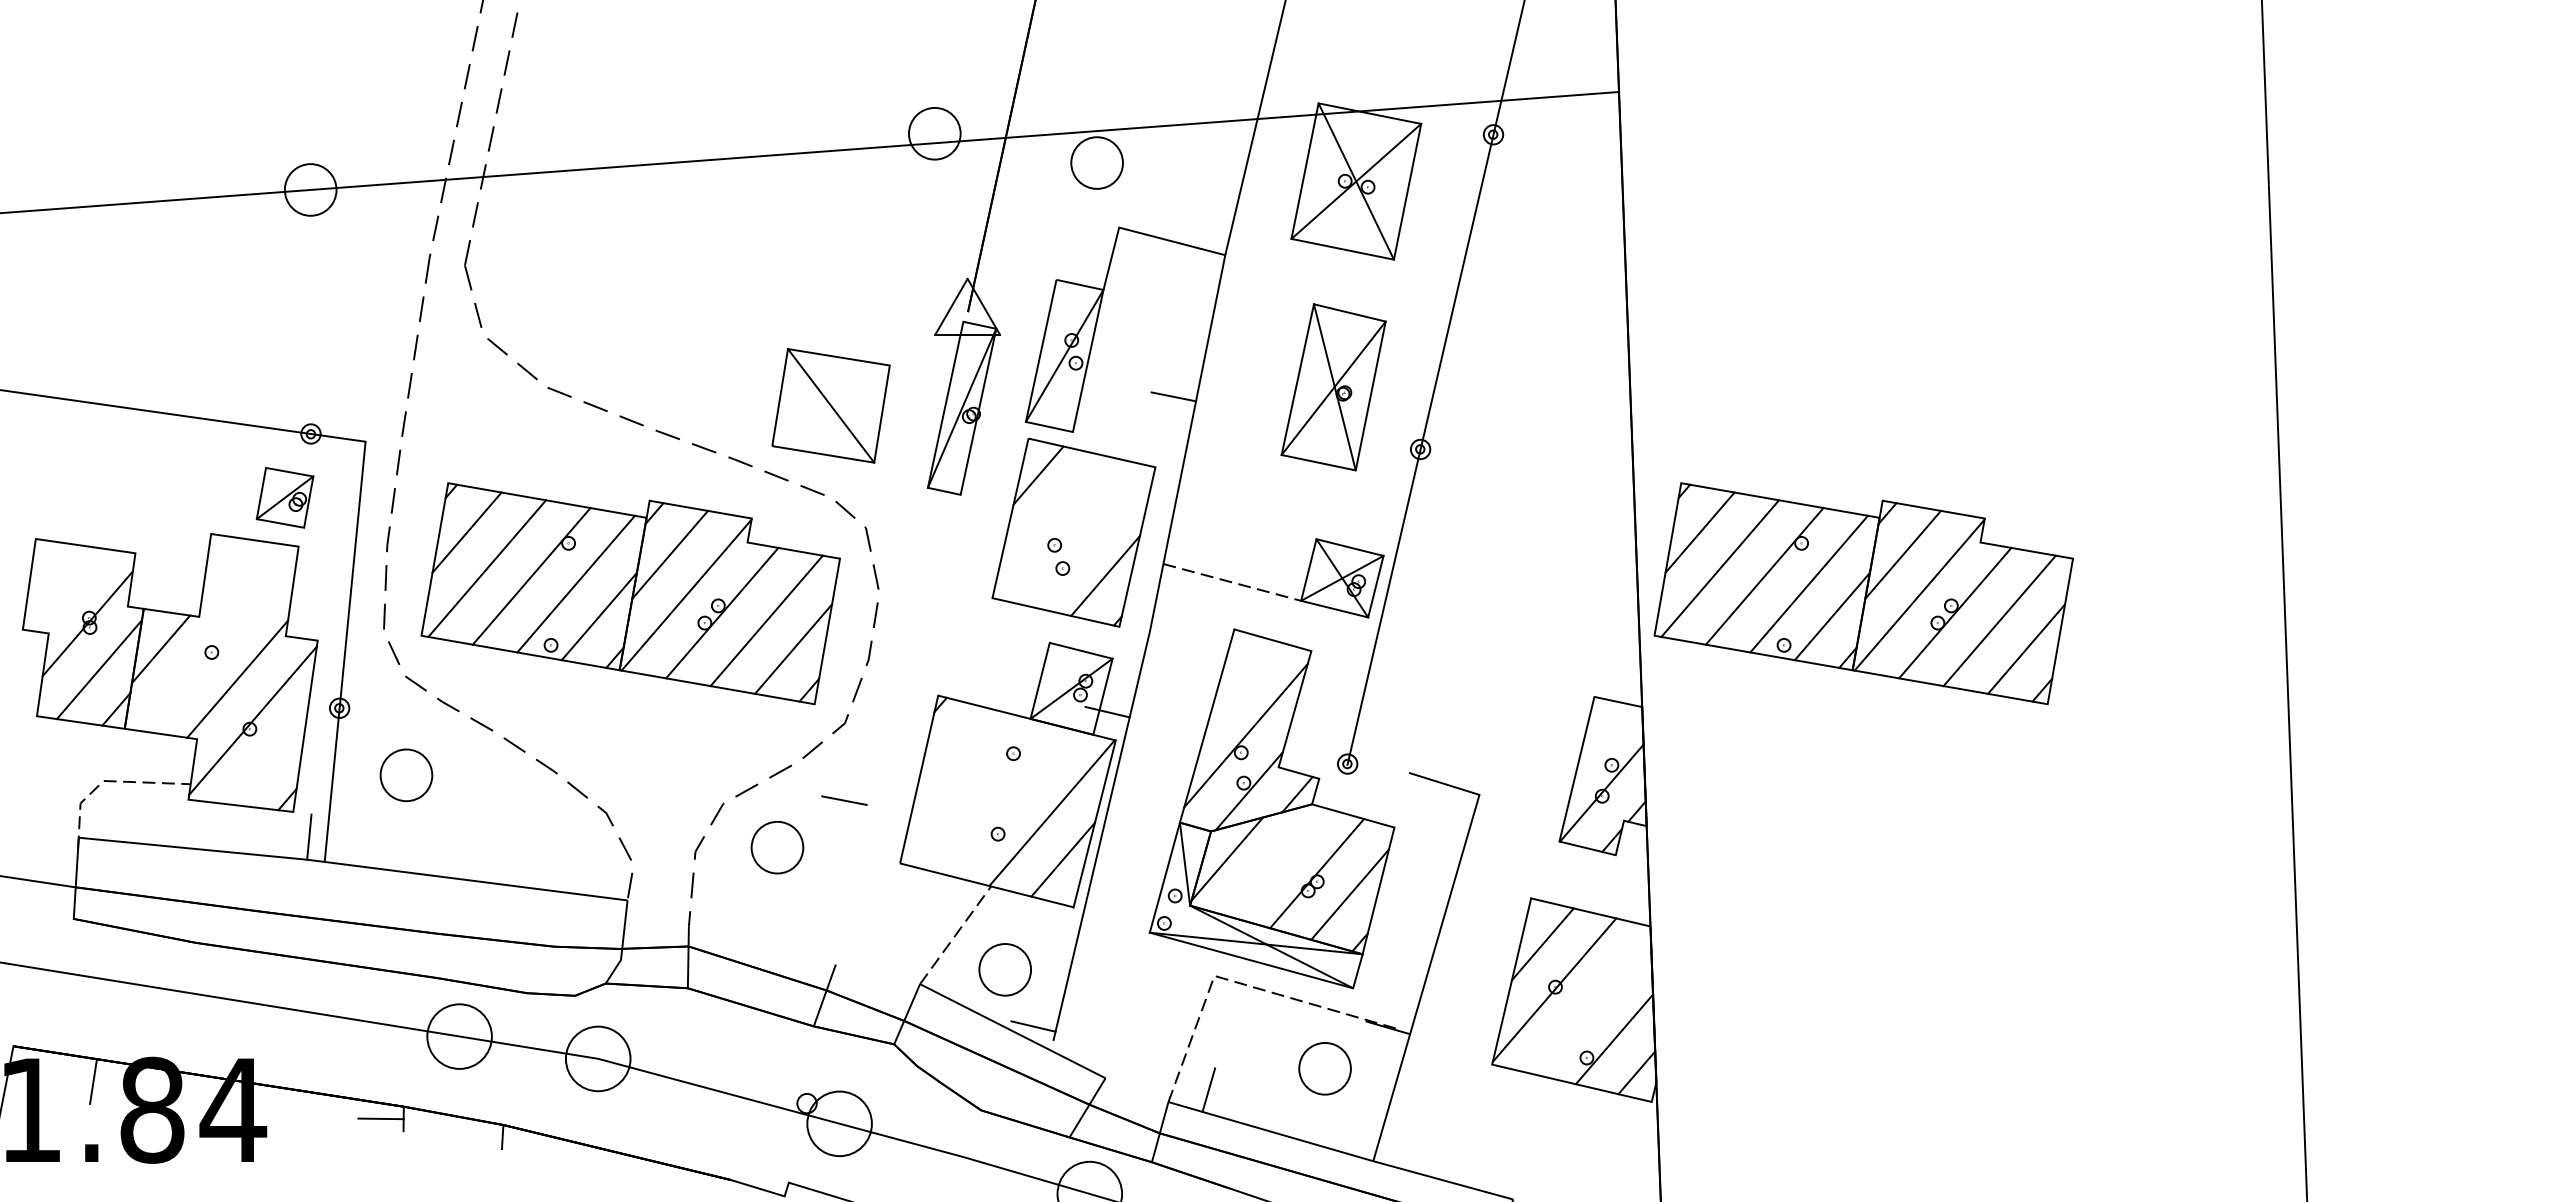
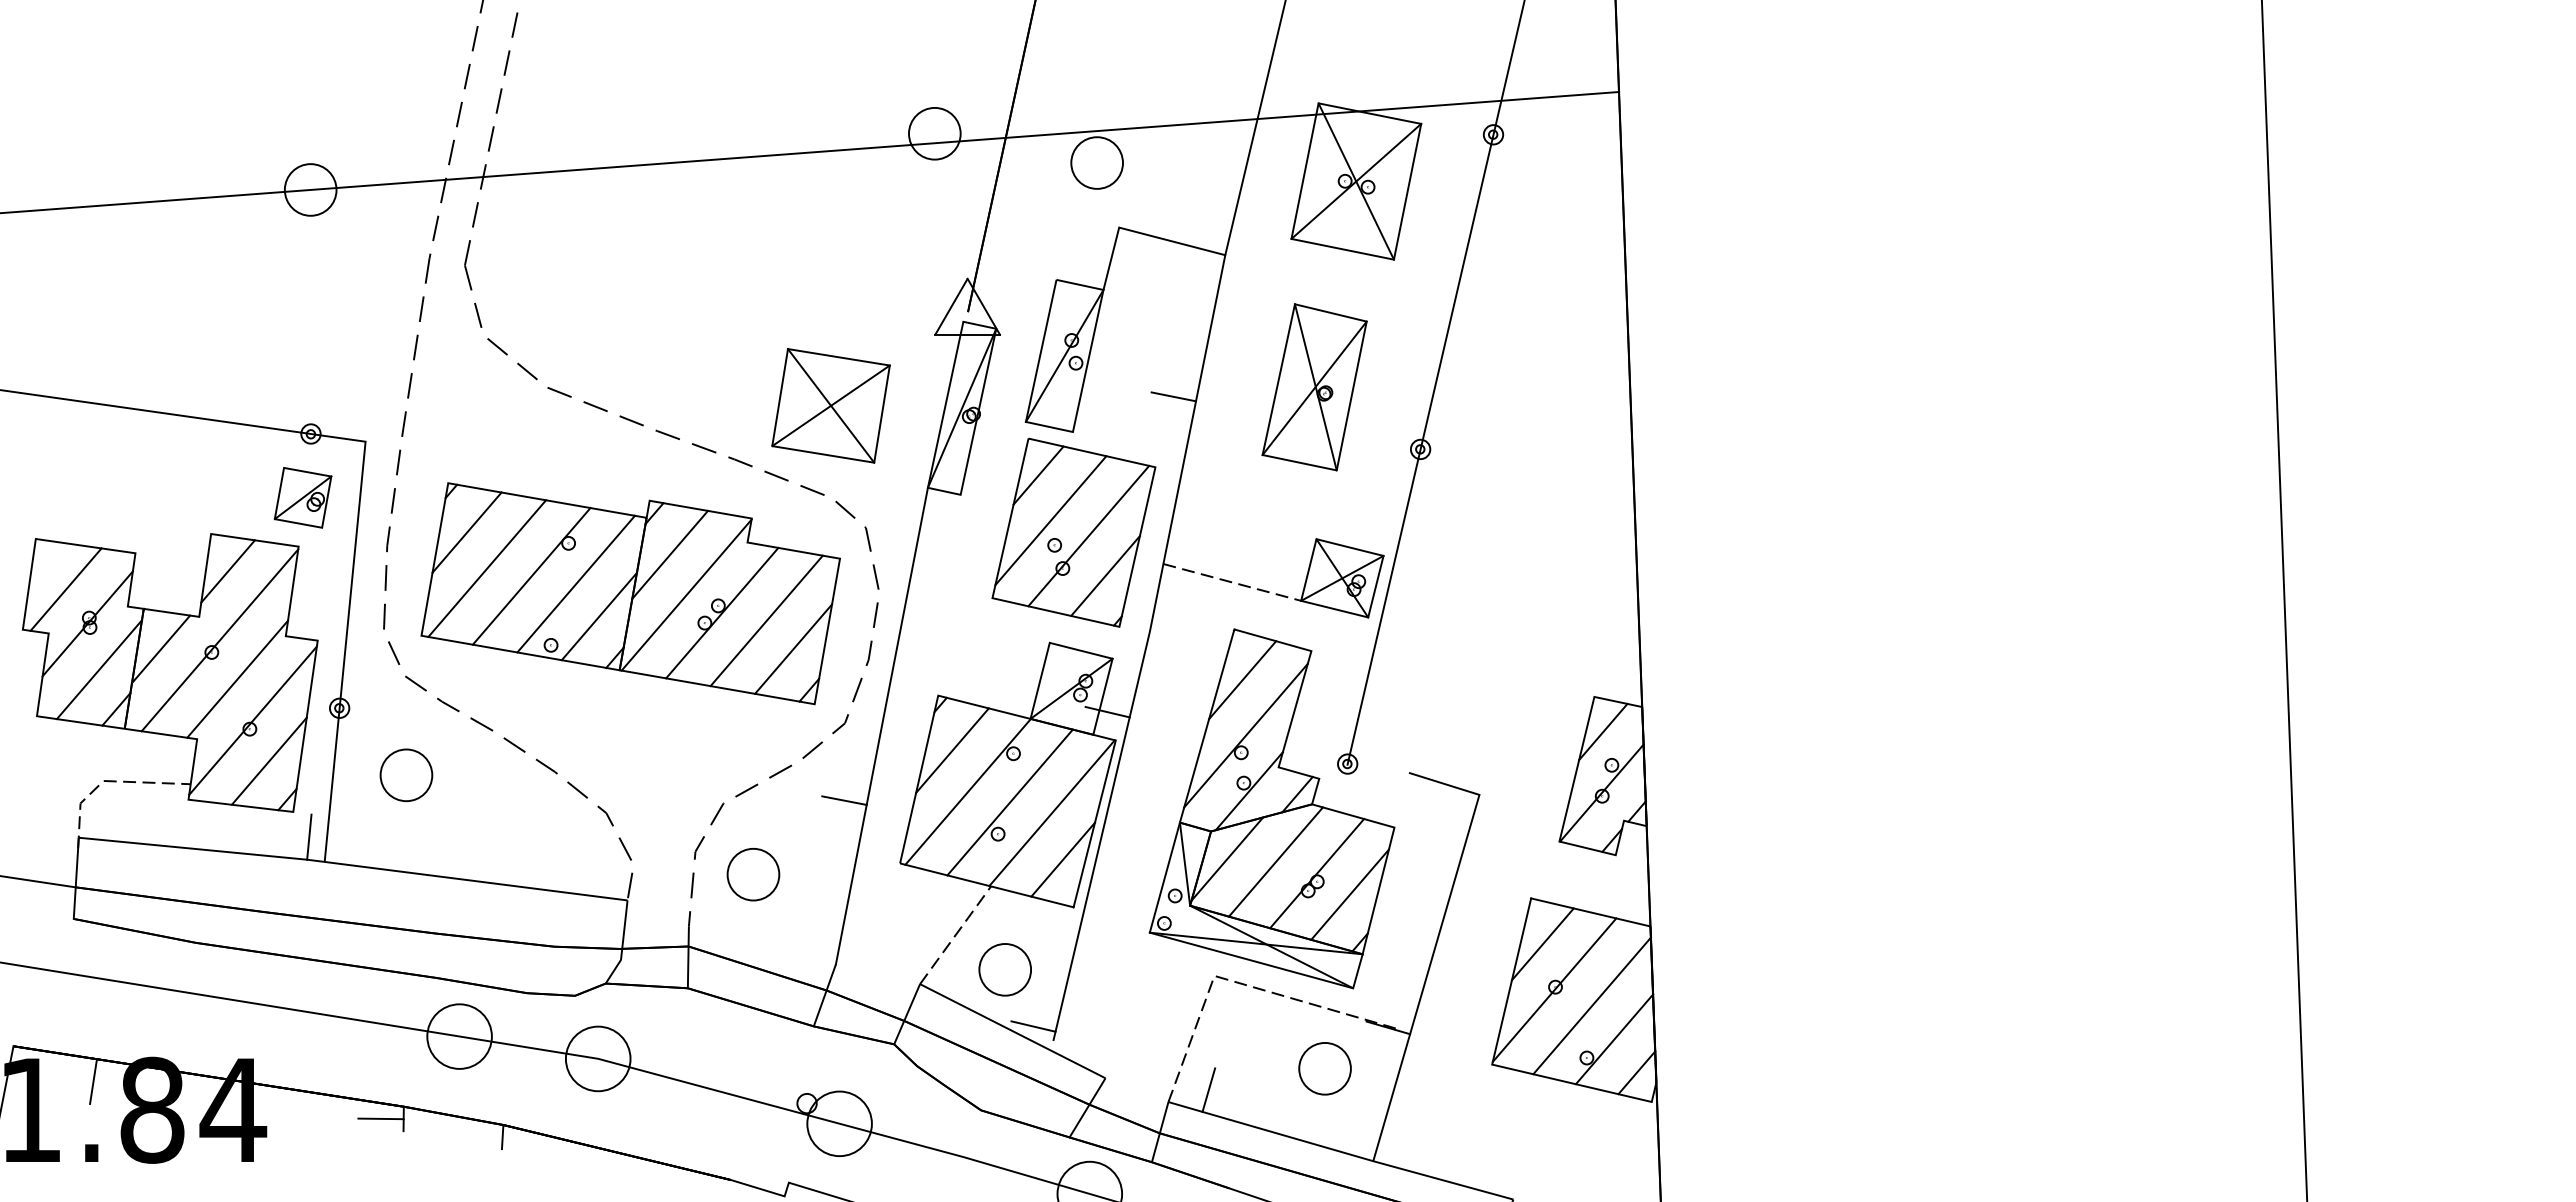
part at (1333, 387) position: (1333, 387) -> (1314, 387)
line at (830, 405): none -> present
part at (284, 497) position: (284, 497) -> (302, 497)
line at (1050, 520): none -> present
line at (1088, 535): none -> present
line at (227, 571): none -> present
line at (65, 589): none -> present
part at (1863, 593): present -> none
line at (219, 640): none -> present
line at (1242, 680): none -> present
line at (881, 725): none -> present
line at (1603, 731): none -> present
line at (952, 750): none -> present
line at (268, 760): none -> present
line at (967, 791): none -> present
line at (1009, 802): none -> present
part at (777, 847) position: (777, 847) -> (753, 874)
line at (1275, 861): none -> present
line at (1591, 1005): none -> present
